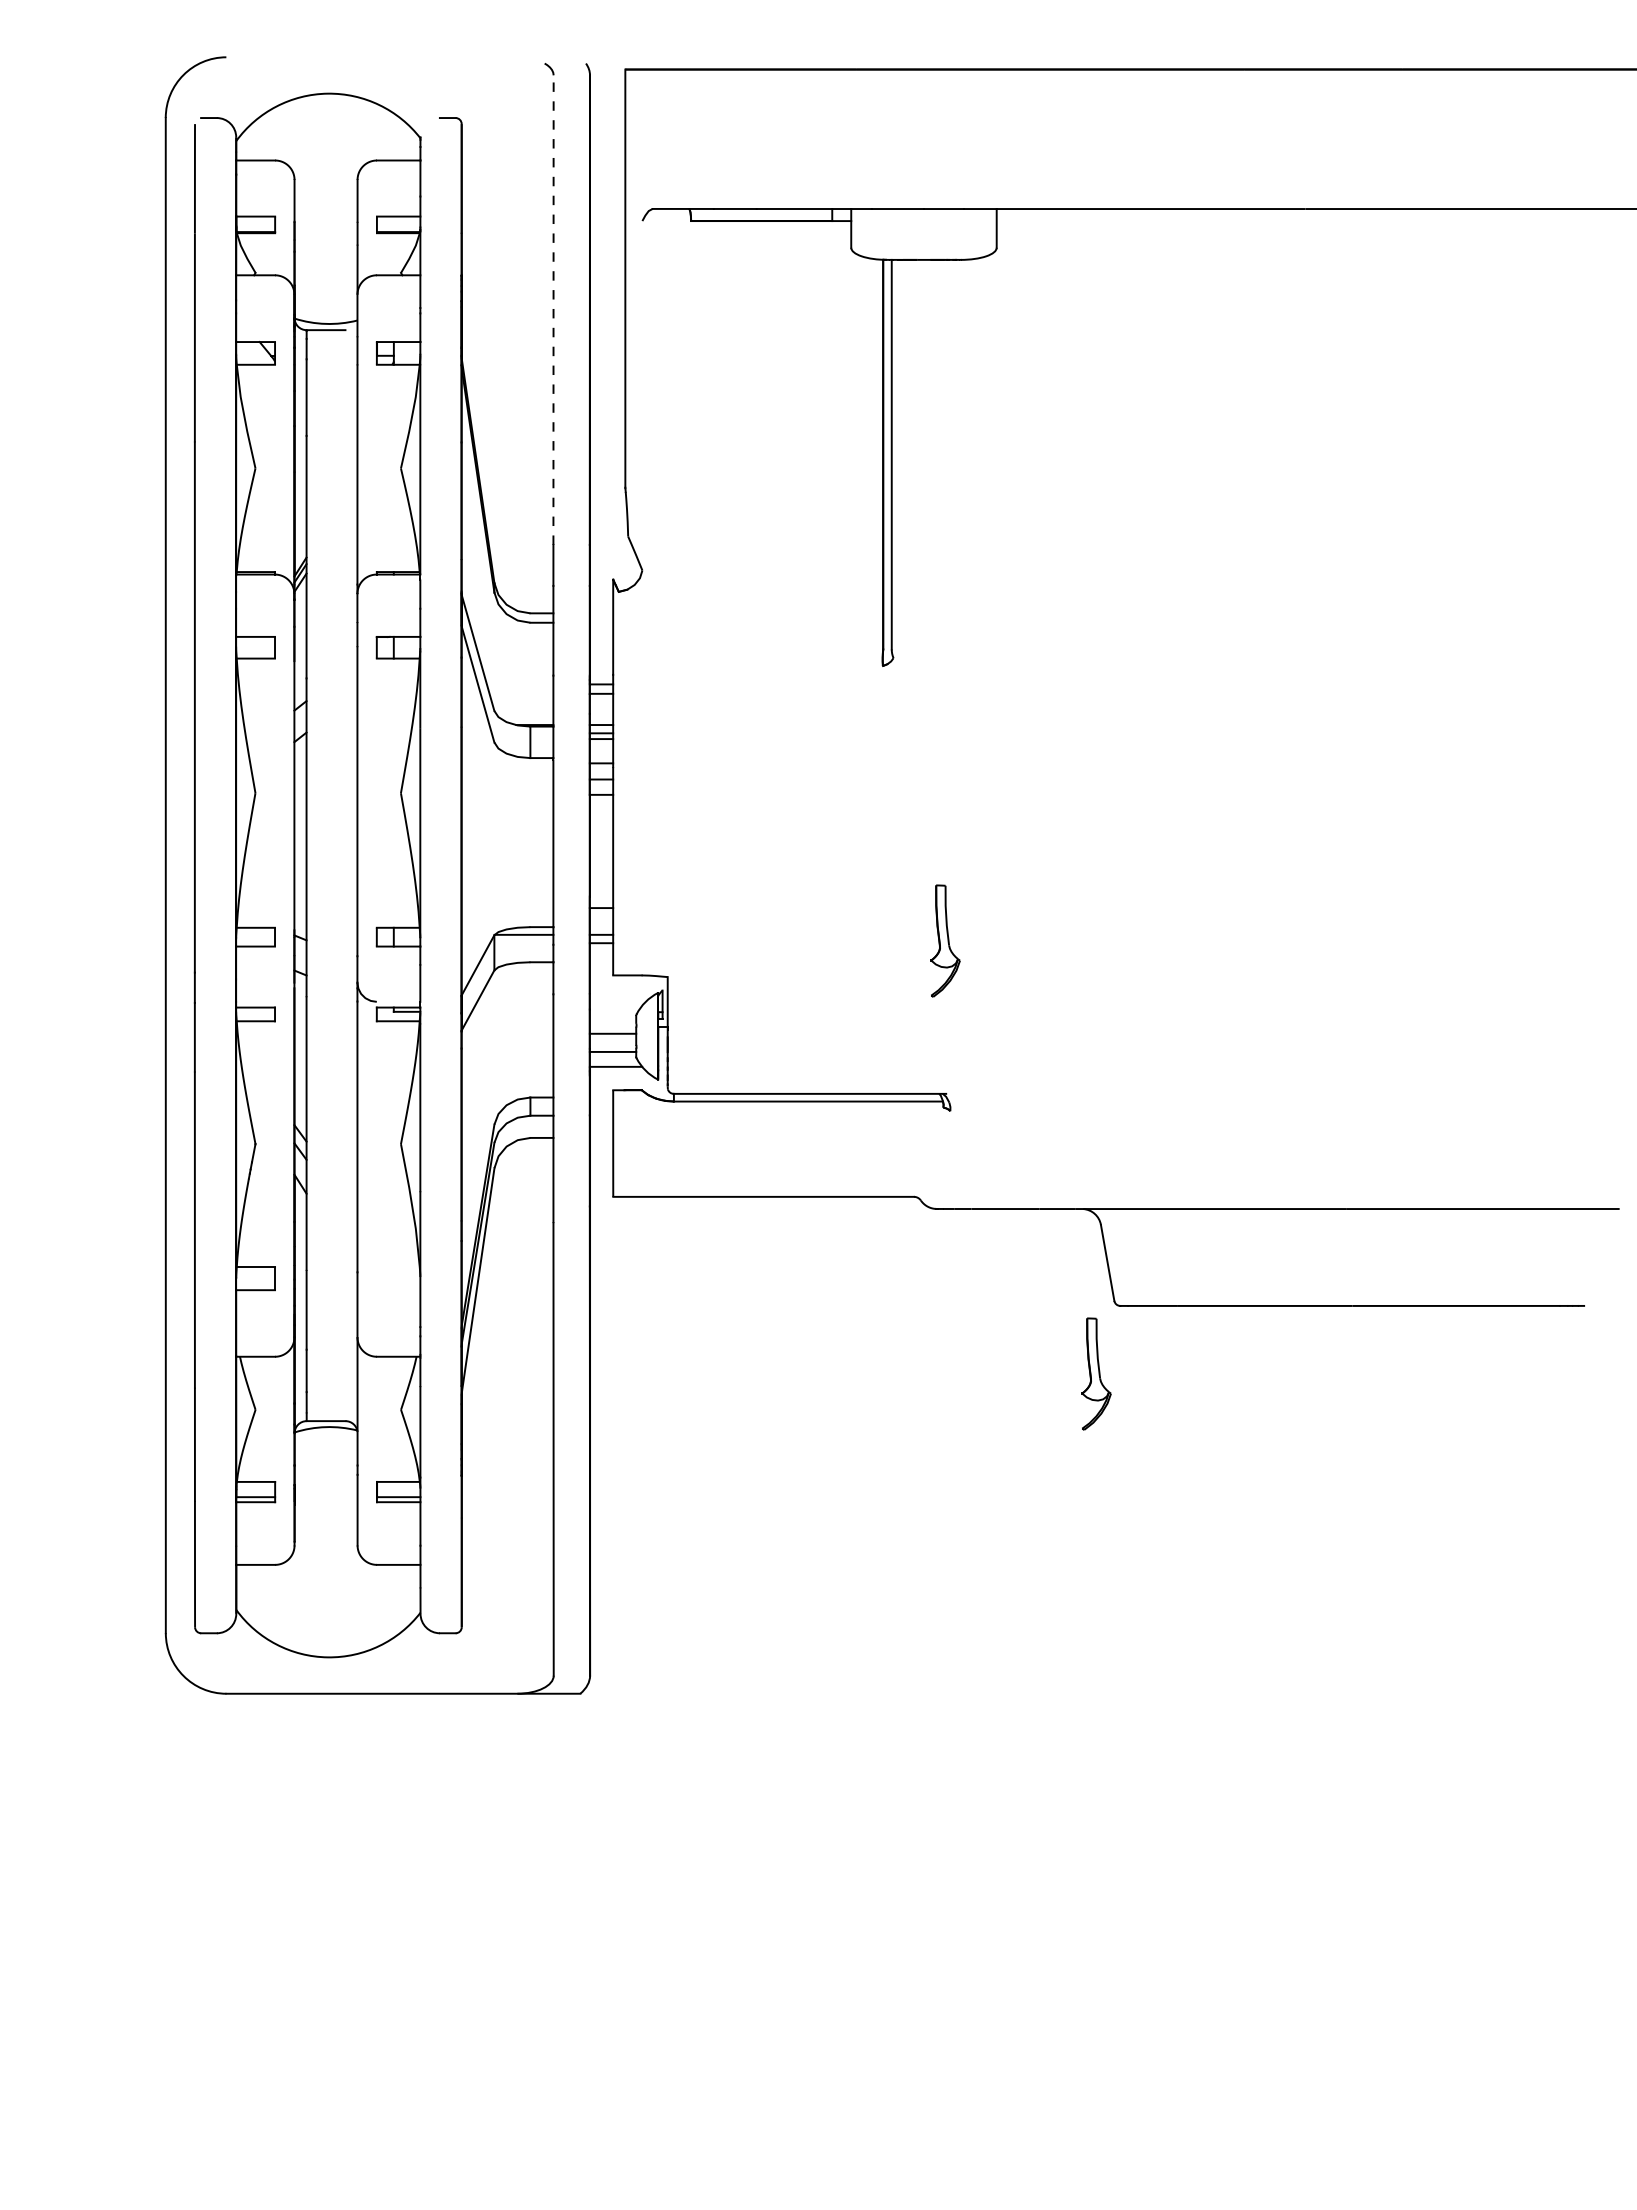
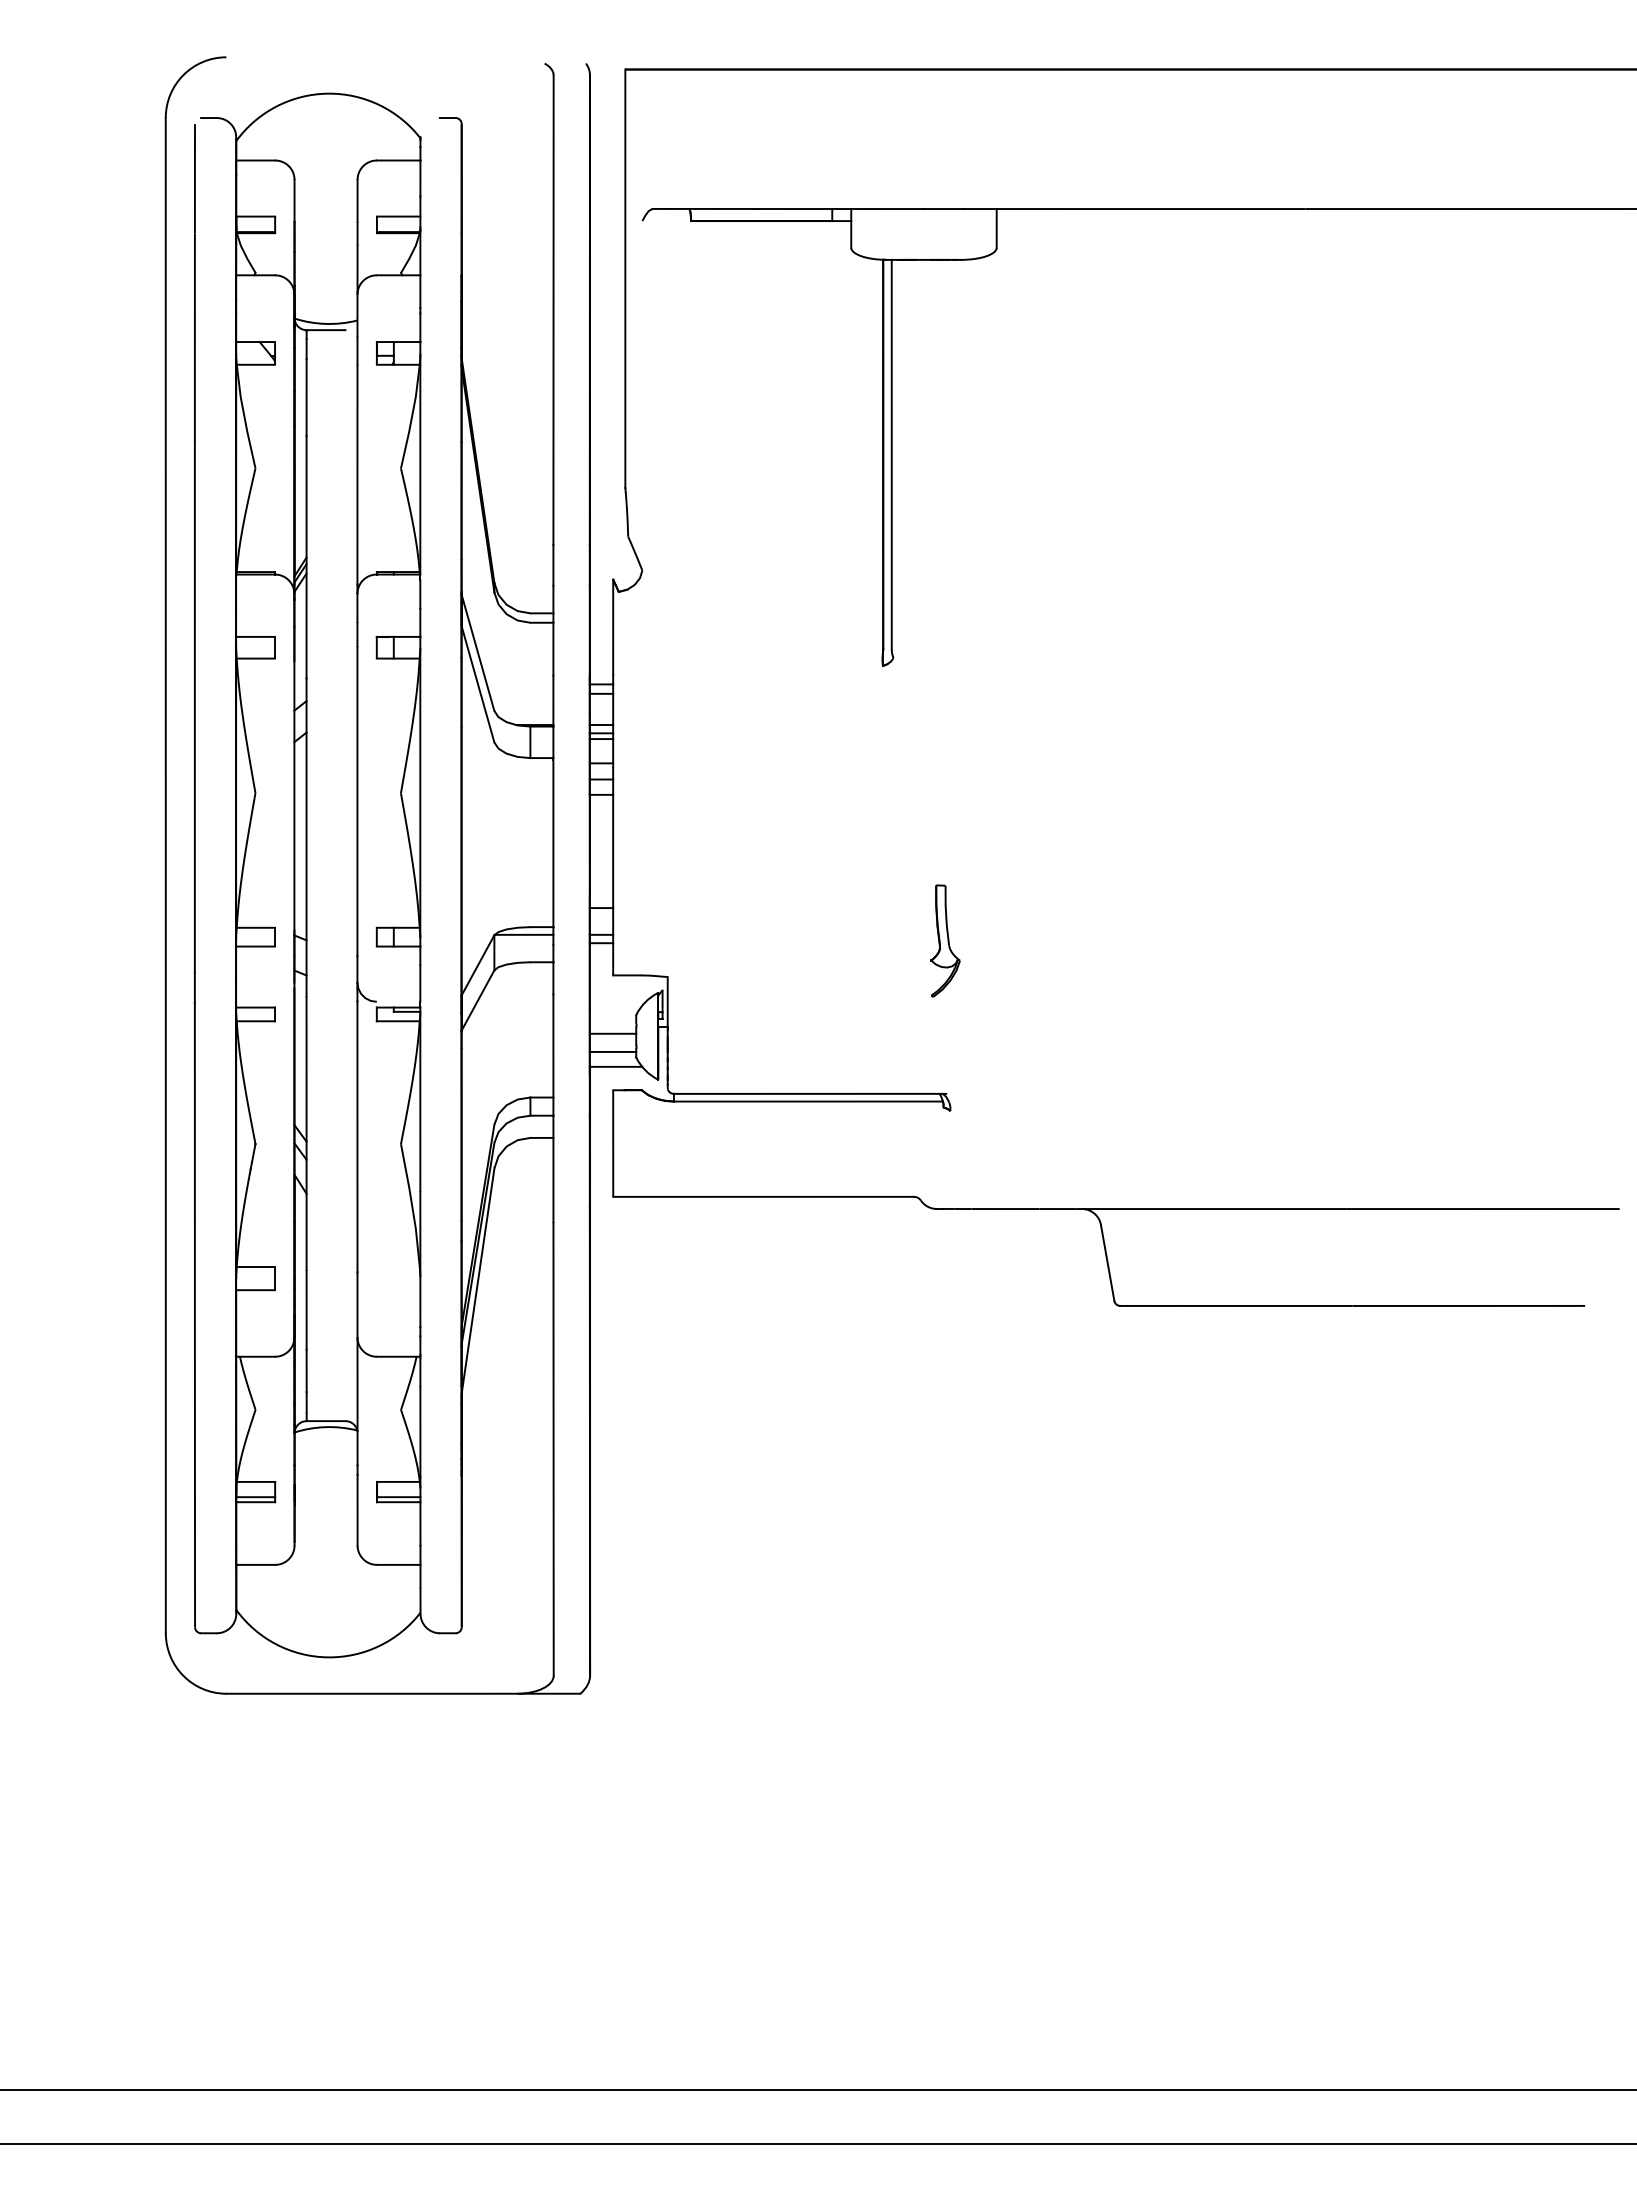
line at (553, 310): dashed -> solid
part at (1096, 1373): present -> none
line at (817, 2090): none -> present
line at (817, 2143): none -> present
